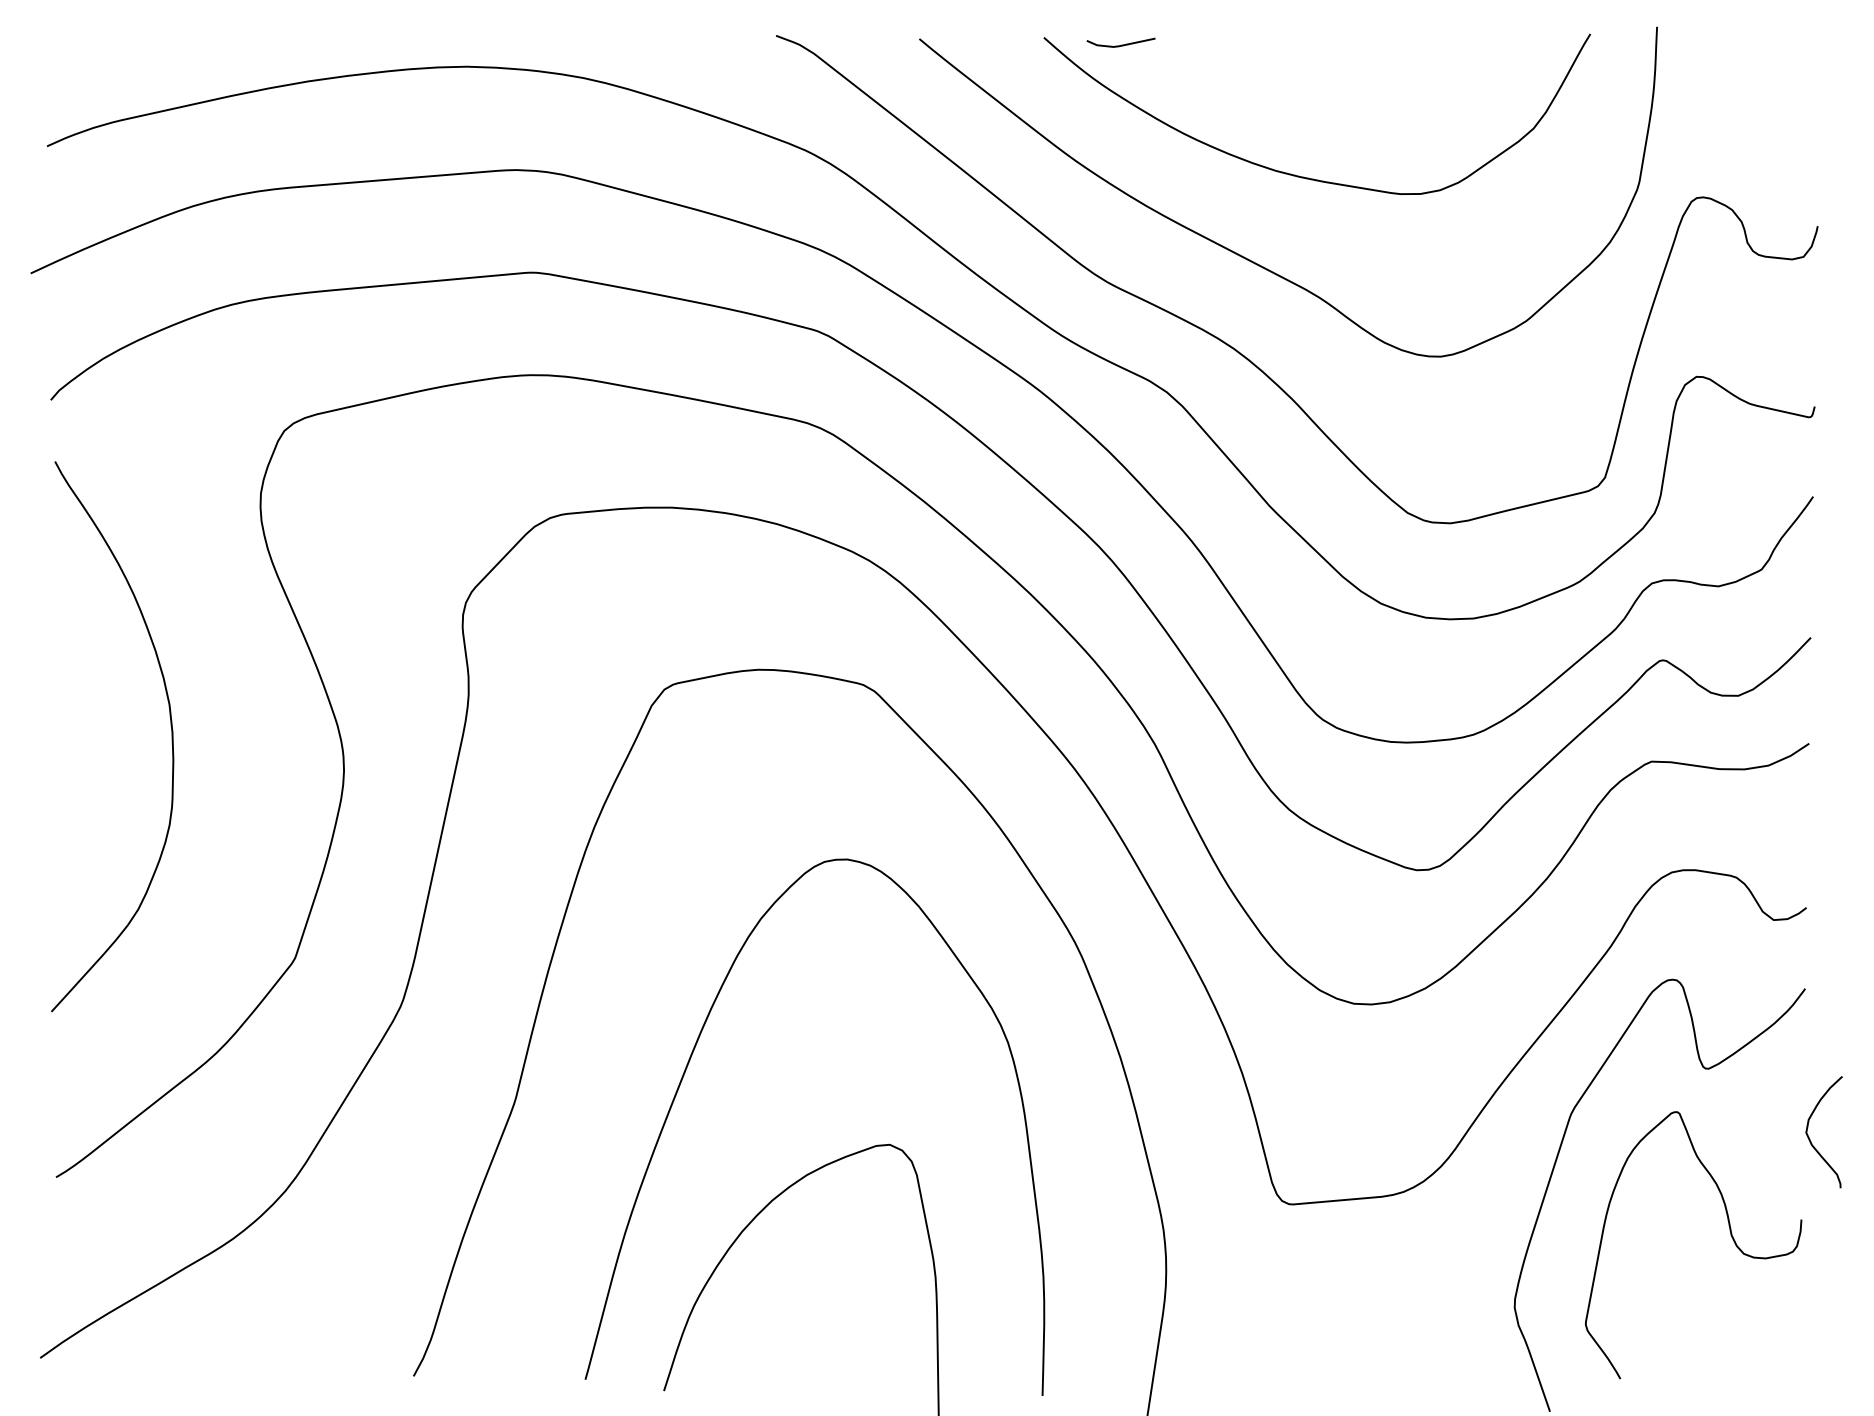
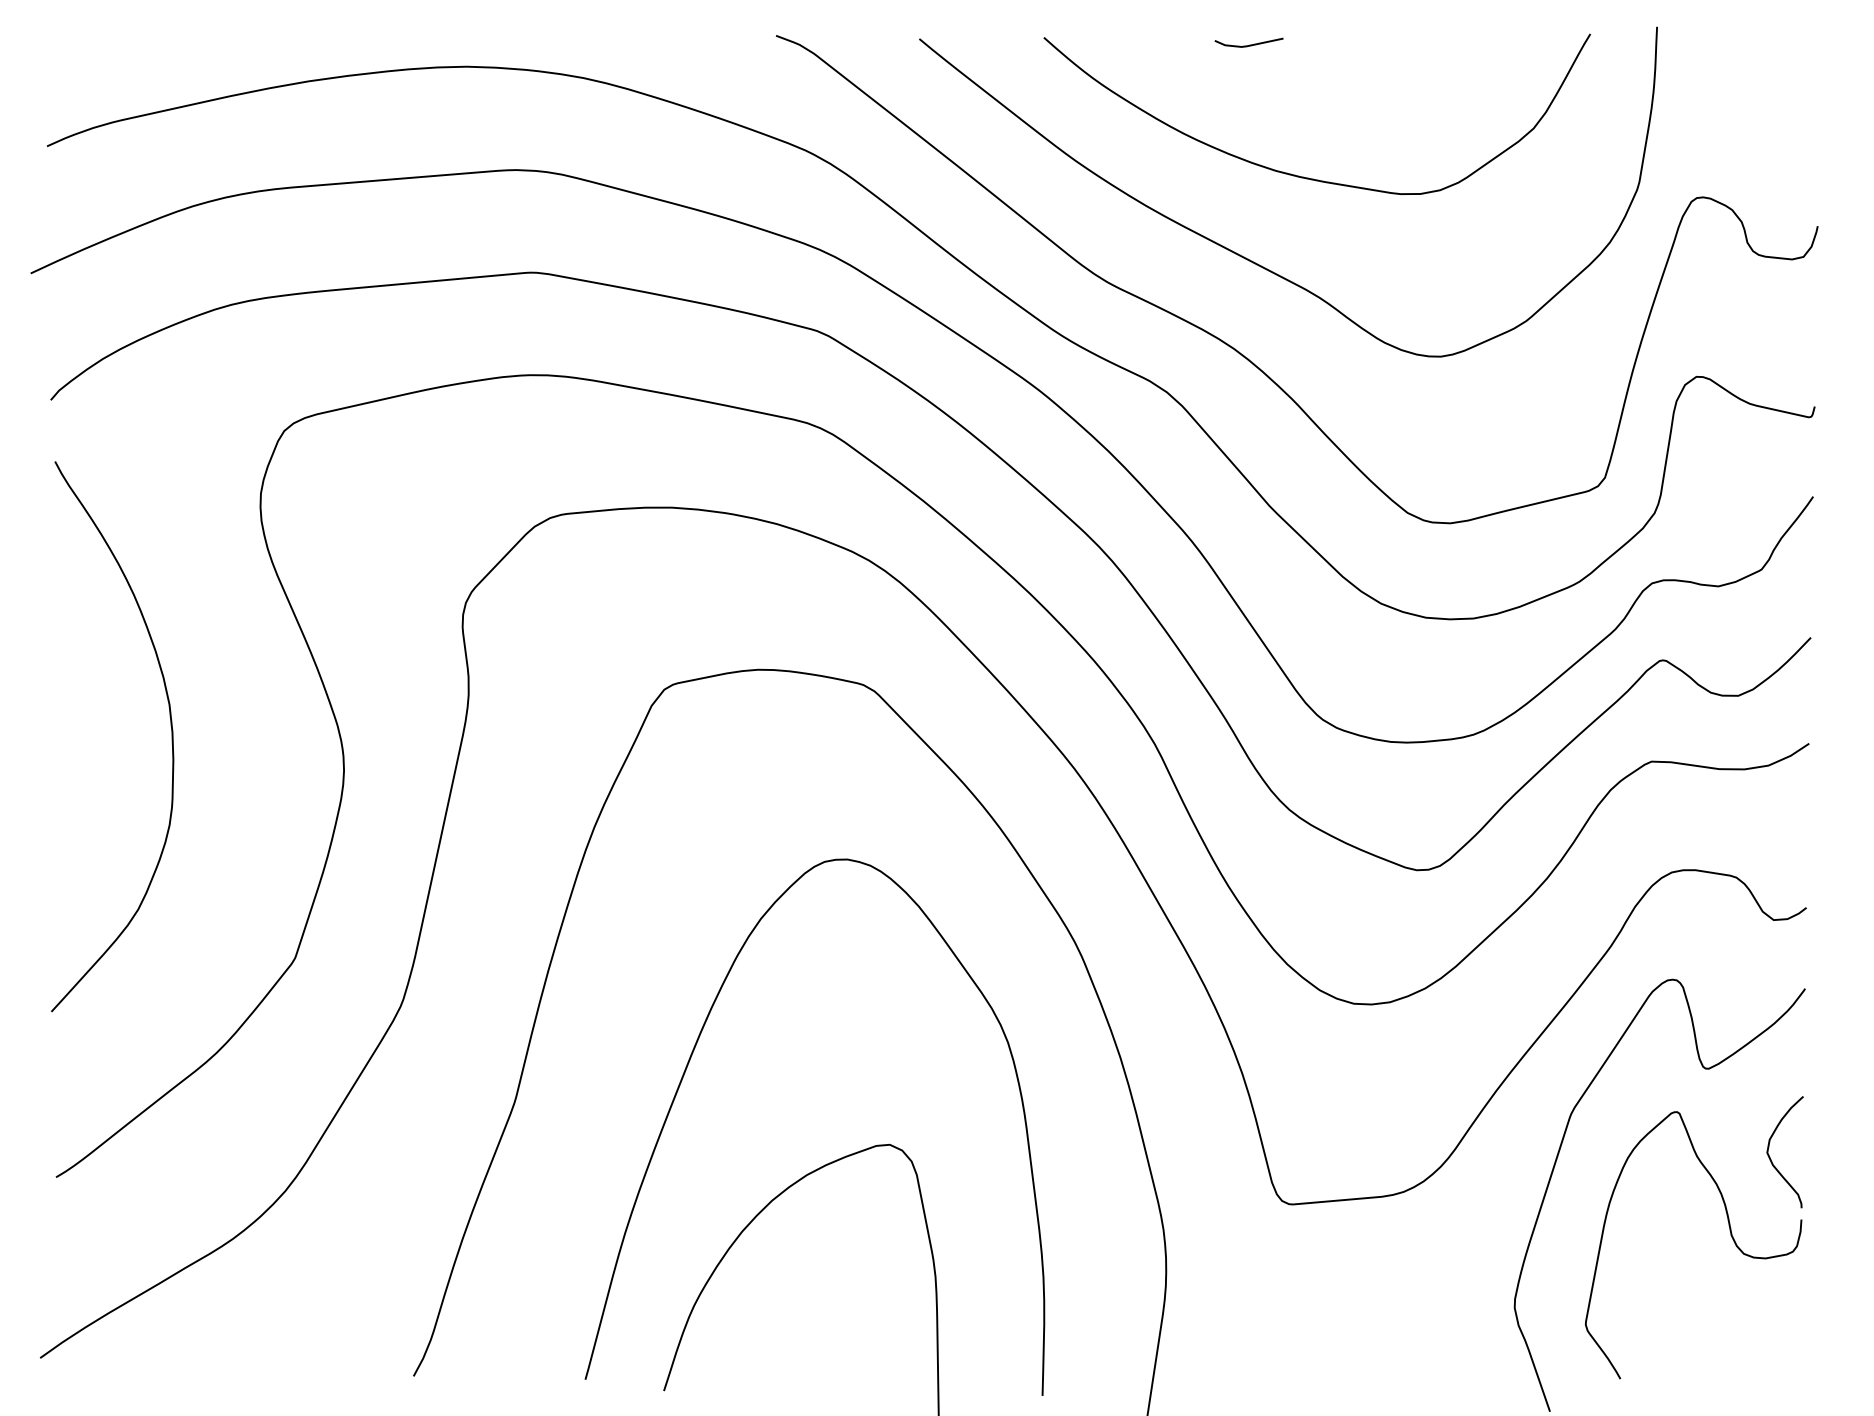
line at (1121, 44) position: (1121, 44) -> (1249, 44)
curve at (1810, 1139) position: (1810, 1139) -> (1771, 1159)
